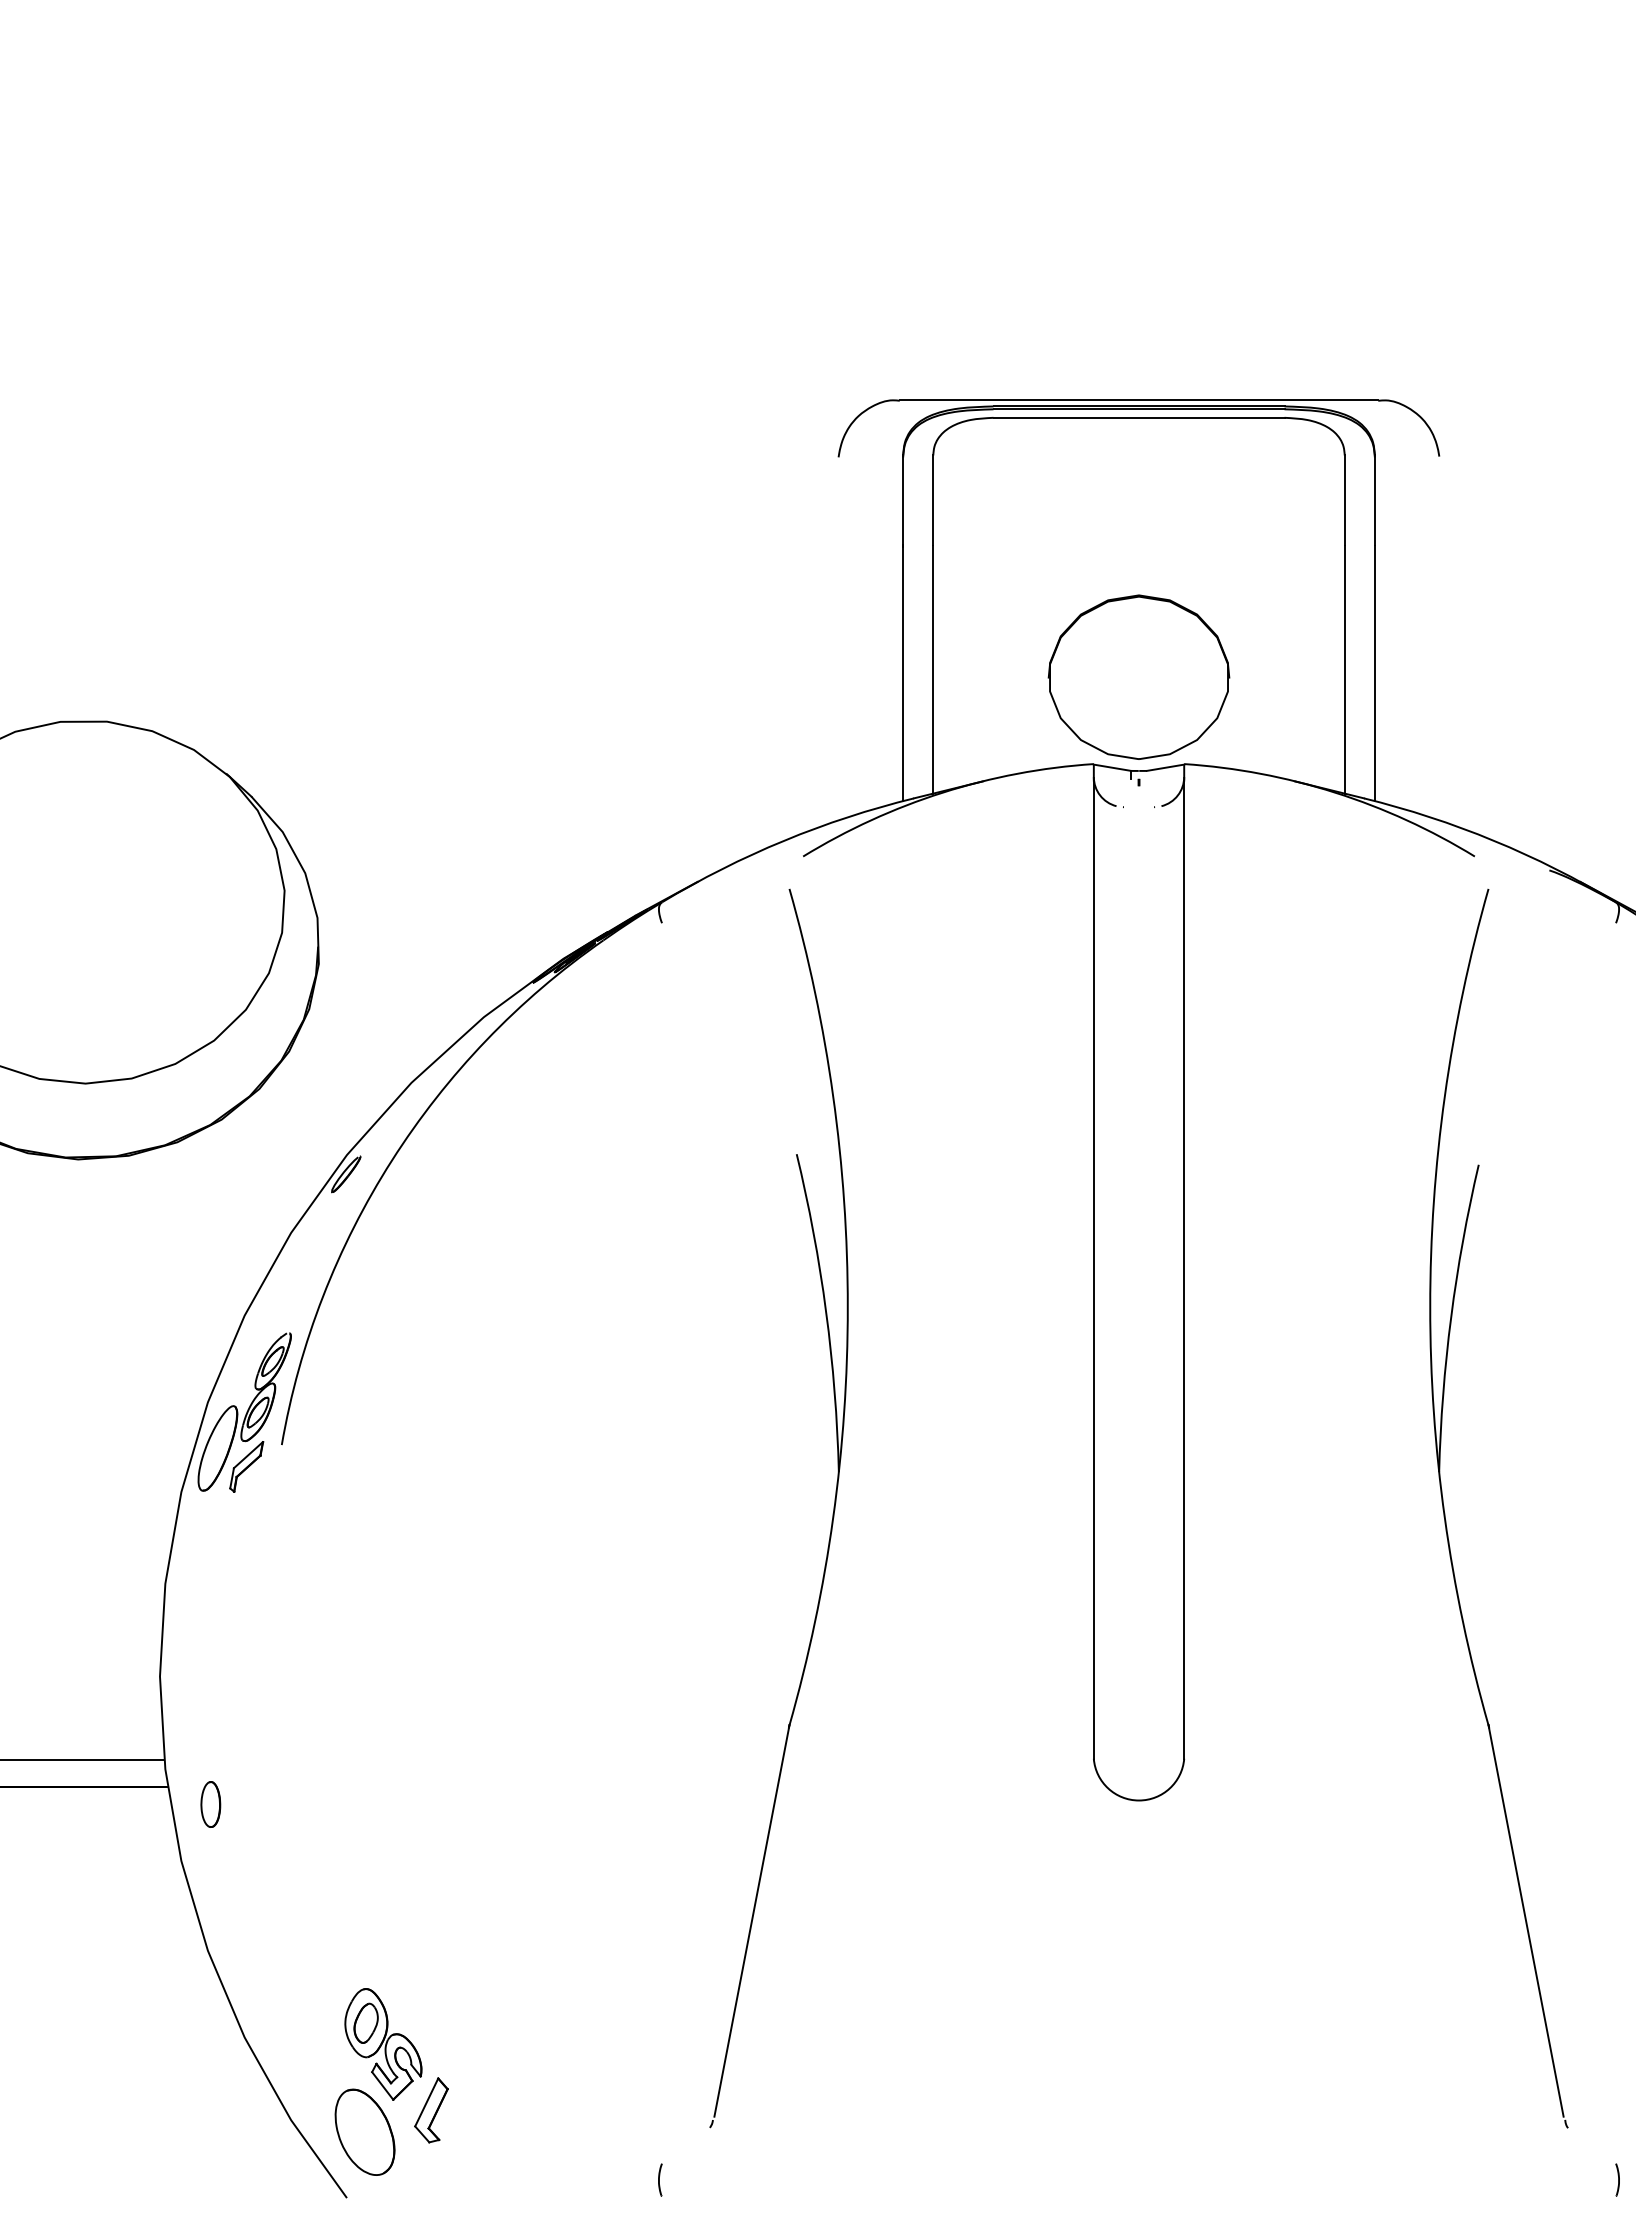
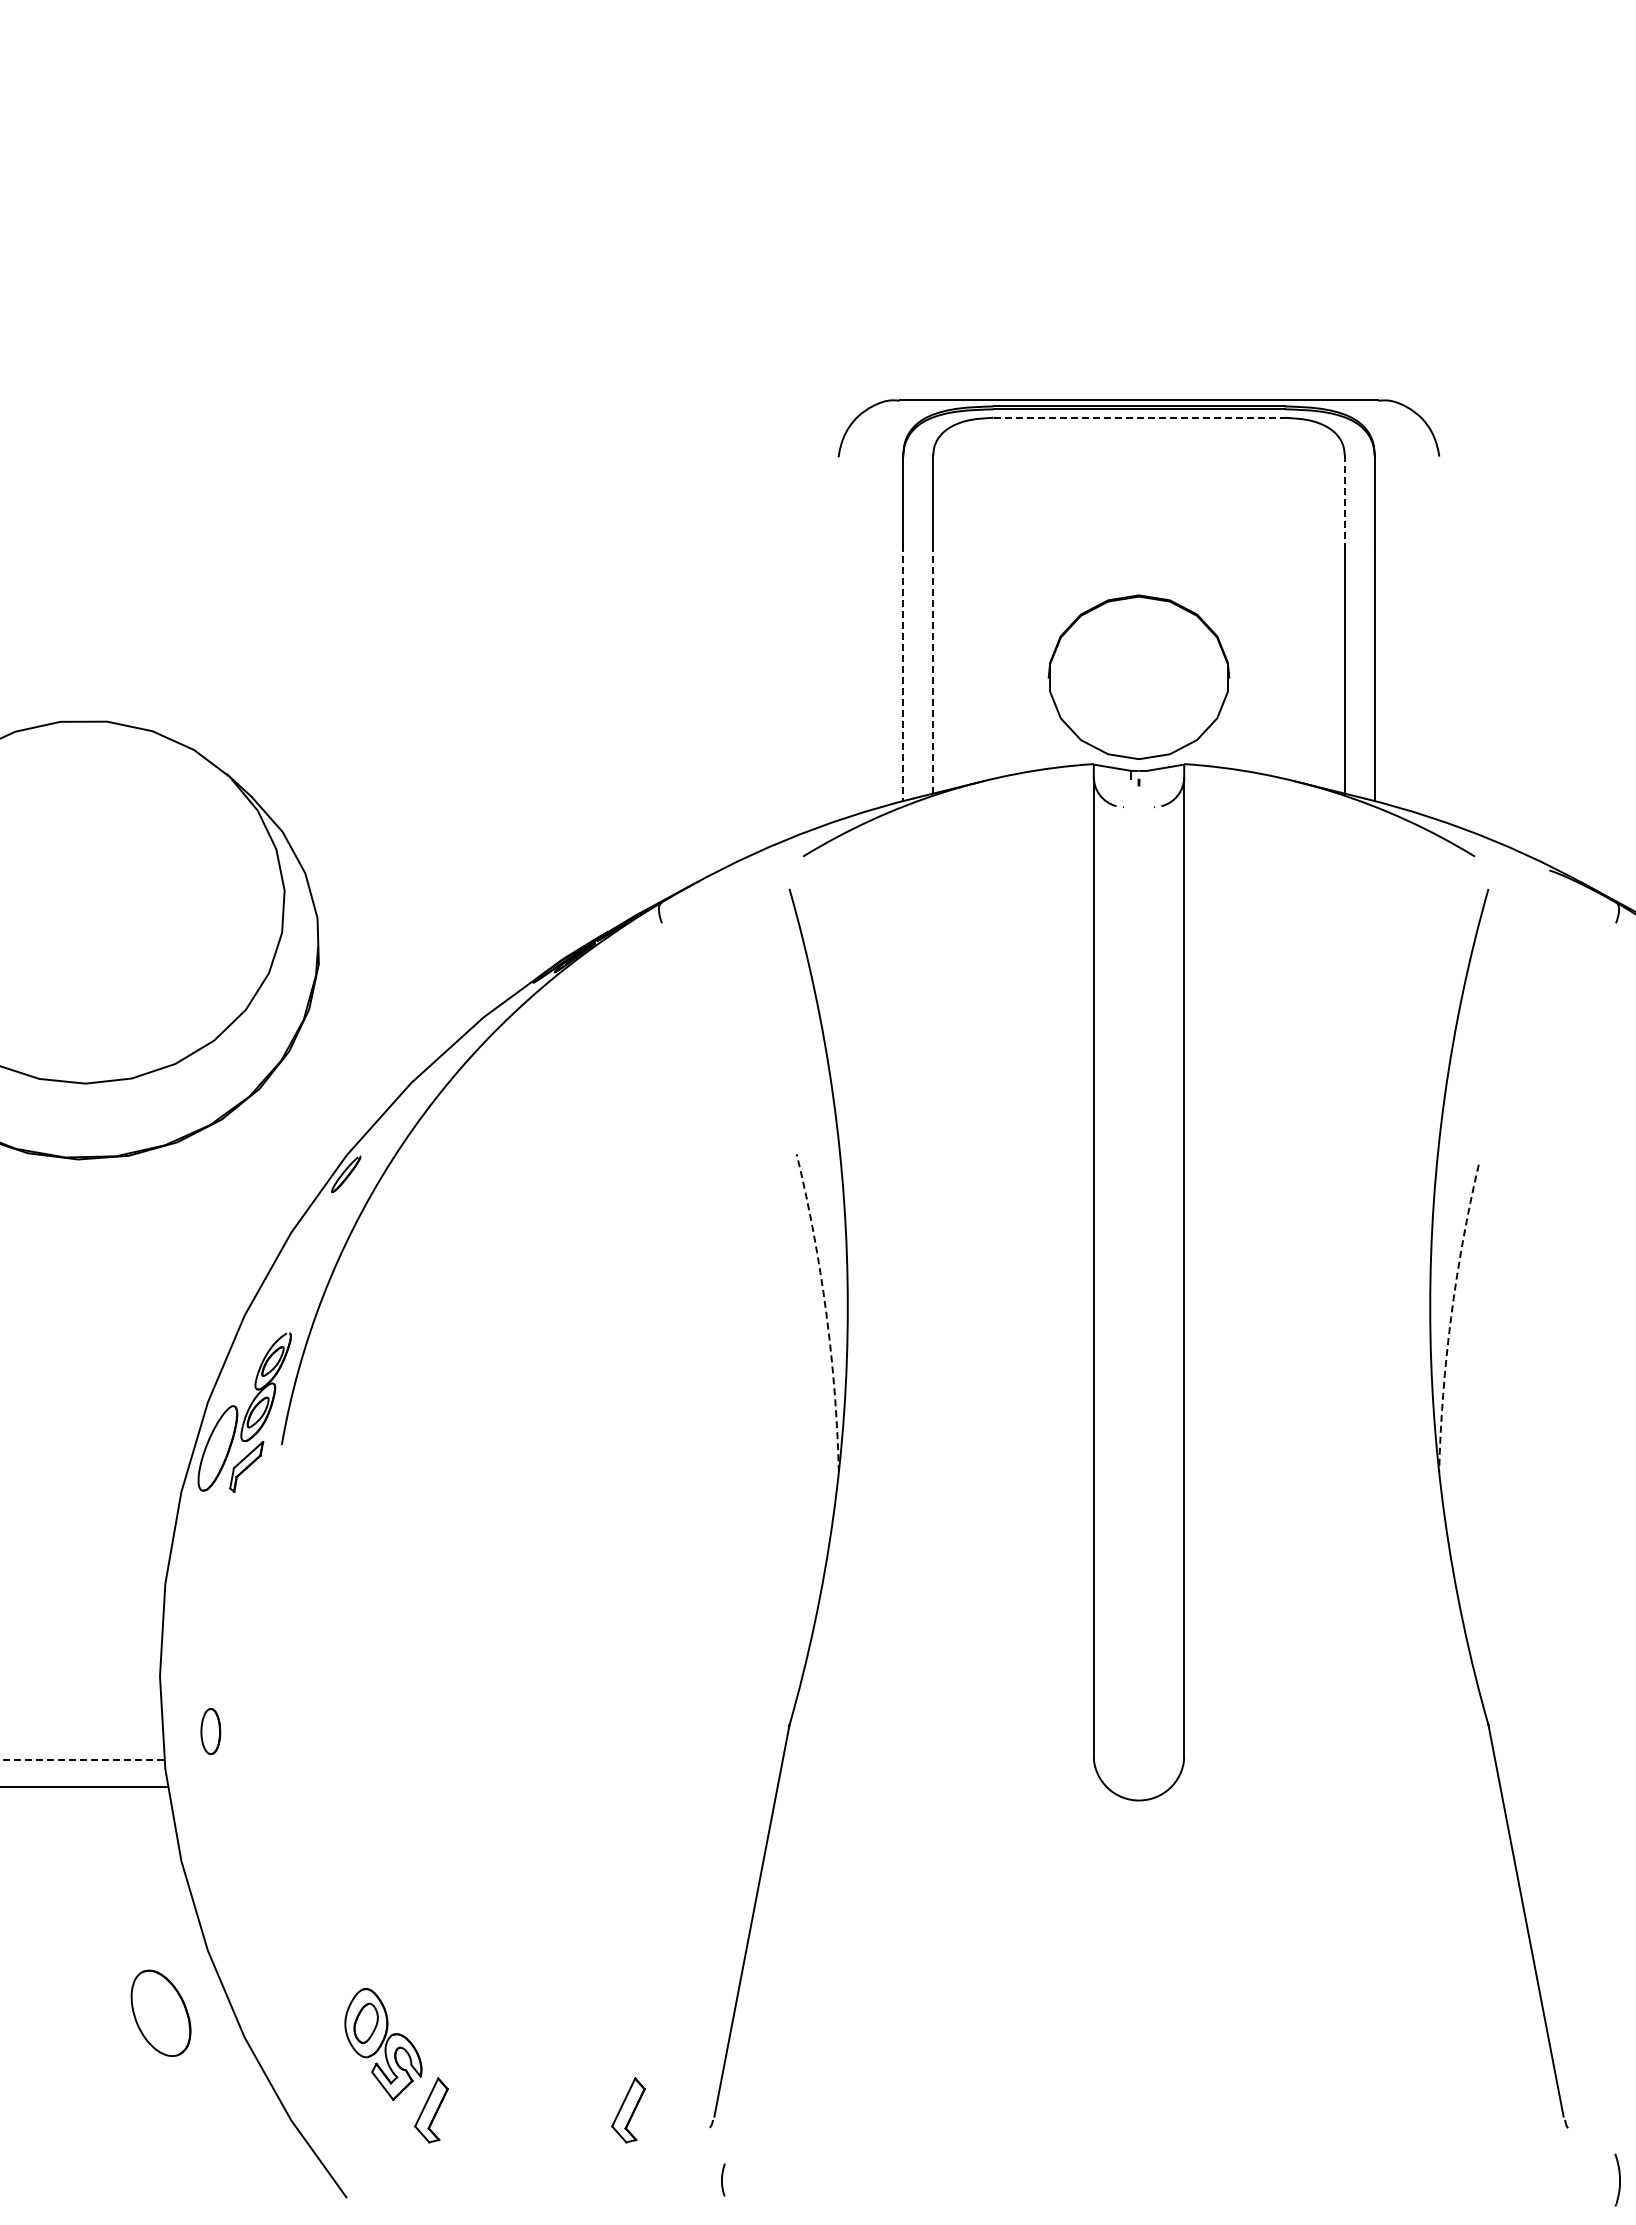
line at (1139, 417): solid -> dashed
line at (1344, 500): solid -> dashed
line at (933, 669): solid -> dashed
line at (902, 673): solid -> dashed
arc at (826, 1312): solid -> dashed
arc at (1451, 1317): solid -> dashed
line at (82, 1759): solid -> dashed
part at (210, 1804) position: (210, 1804) -> (210, 1731)
part at (628, 2110): none -> present
part at (364, 2131) position: (364, 2131) -> (160, 2012)
part at (660, 2179) position: (660, 2179) -> (723, 2179)
part at (1617, 2179) size: 5x34 px -> 7x54 px
